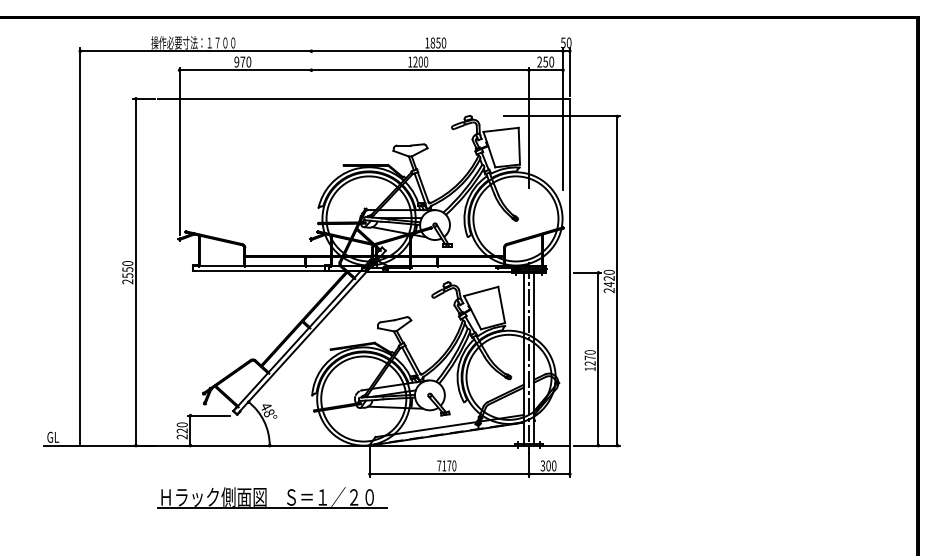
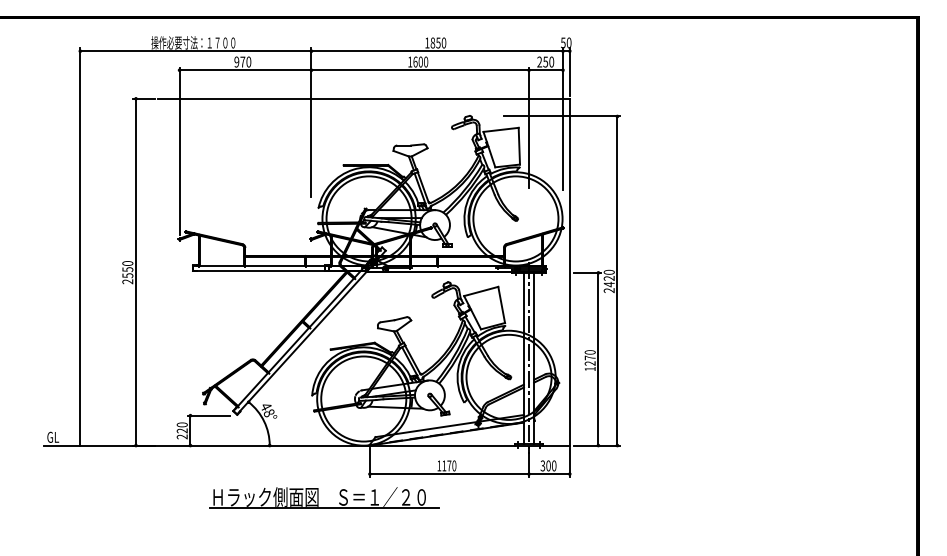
text at (415, 61): 1200 -> 1600
line at (311, 122): none -> present
text at (439, 465): 7170 -> 1170
part at (272, 497) position: (272, 497) -> (324, 497)
